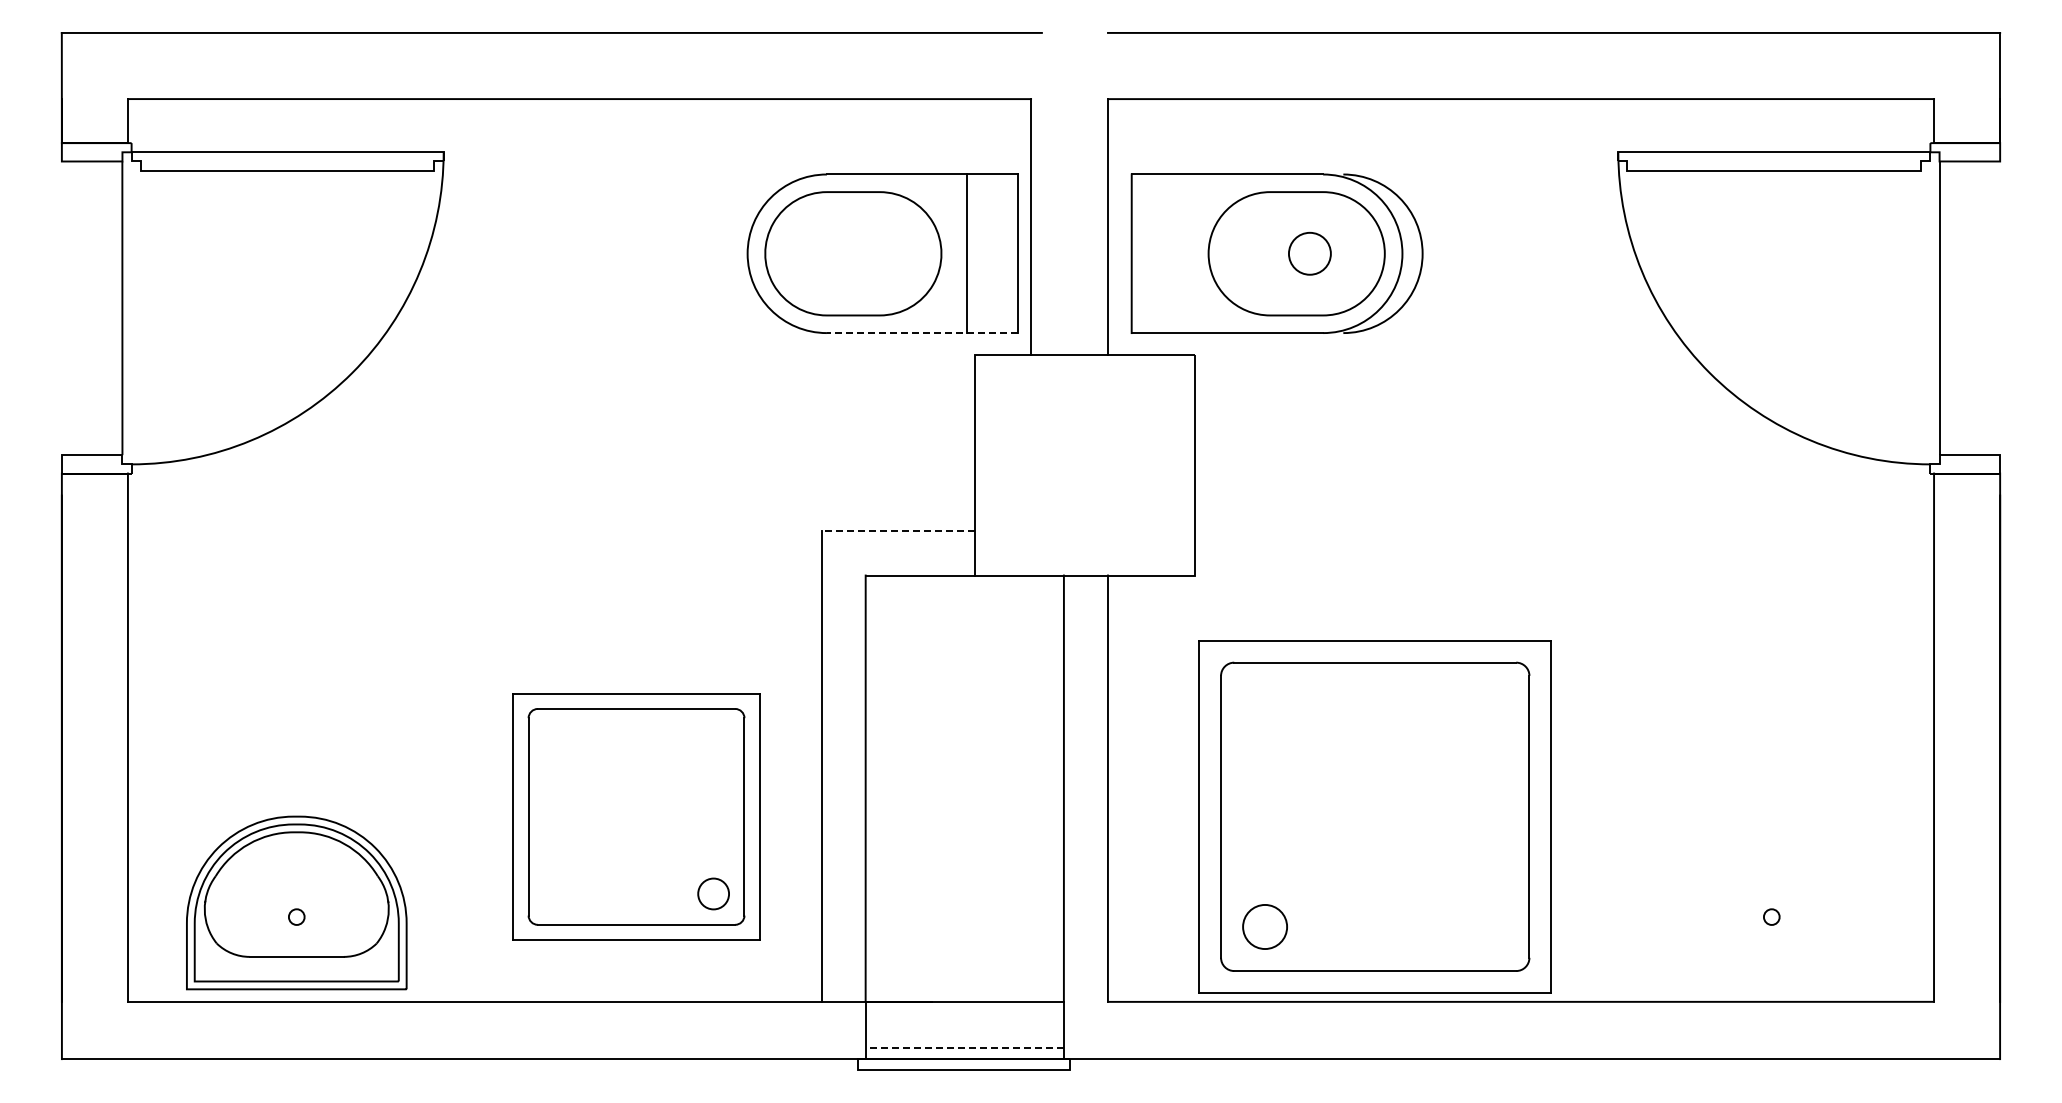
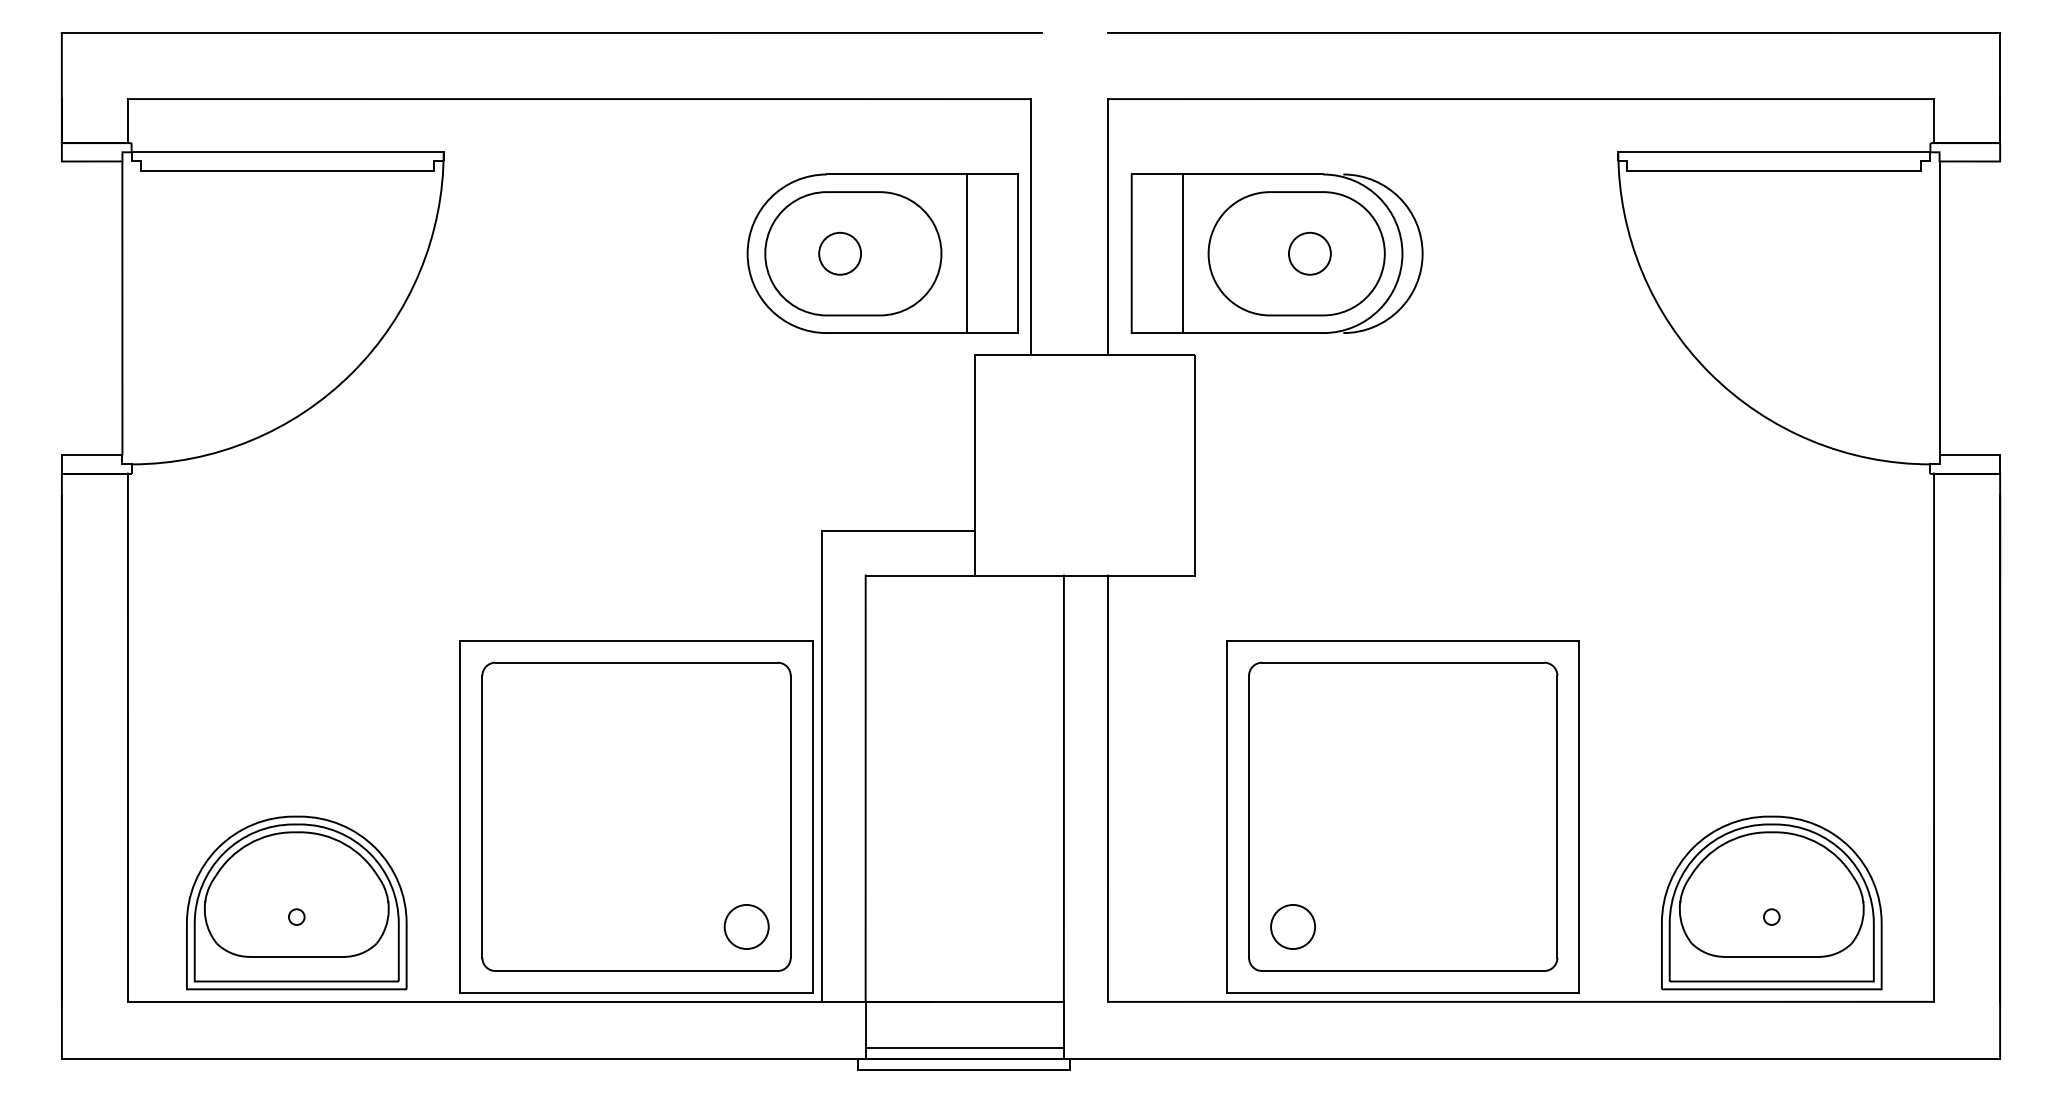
circle at (839, 253): none -> present
line at (1182, 253): none -> present
line at (922, 333): dashed -> solid
line at (898, 531): dashed -> solid
part at (636, 816) size: 249x248 px -> 355x354 px
part at (1374, 816) position: (1374, 816) -> (1402, 816)
part at (1771, 902): none -> present
line at (964, 1048): dashed -> solid
